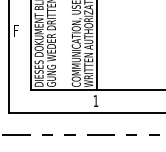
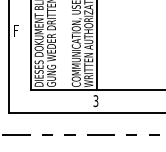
text at (95, 101): 1 -> 3
